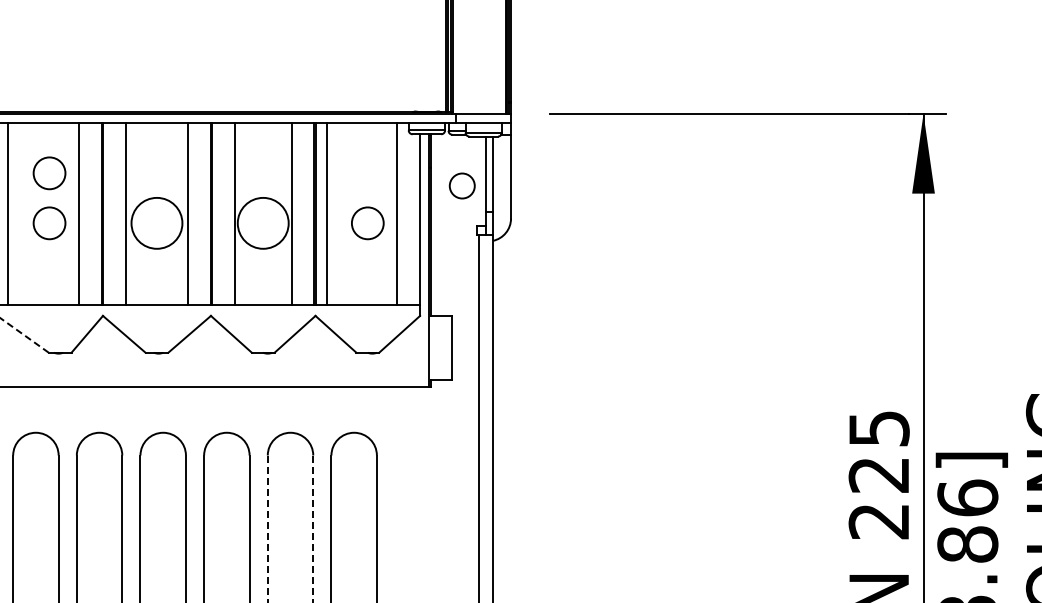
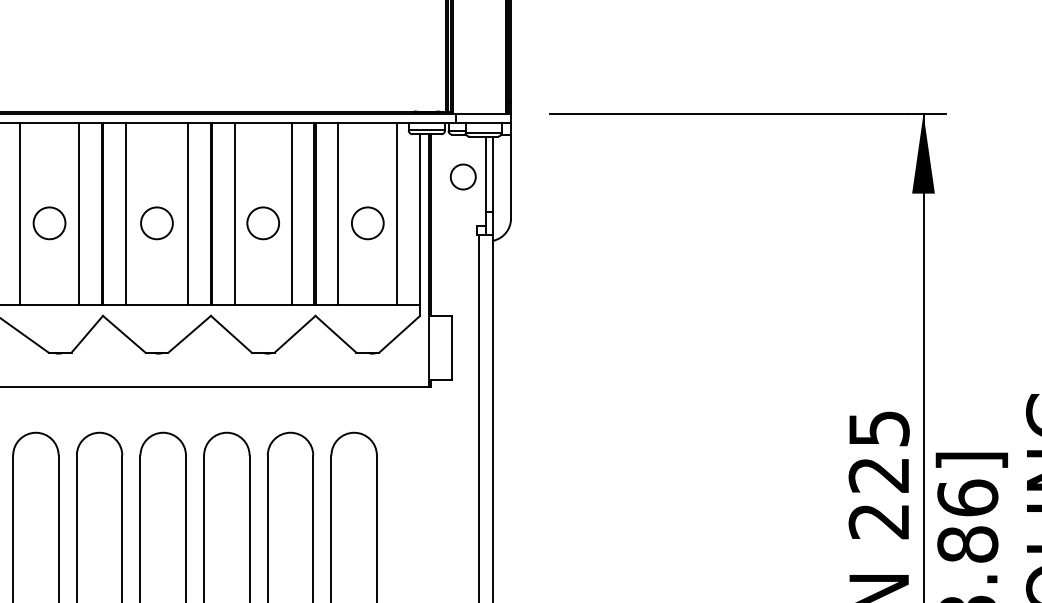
circle at (49, 173): present -> none
circle at (461, 185) position: (461, 185) -> (462, 176)
line at (8, 214) position: (8, 214) -> (20, 214)
line at (327, 214) position: (327, 214) -> (338, 214)
circle at (156, 222) diameter: 51 px -> 32 px
circle at (262, 222) diameter: 51 px -> 32 px
line at (24, 335): dashed -> solid
line at (313, 528): dashed -> solid
line at (267, 529): dashed -> solid
